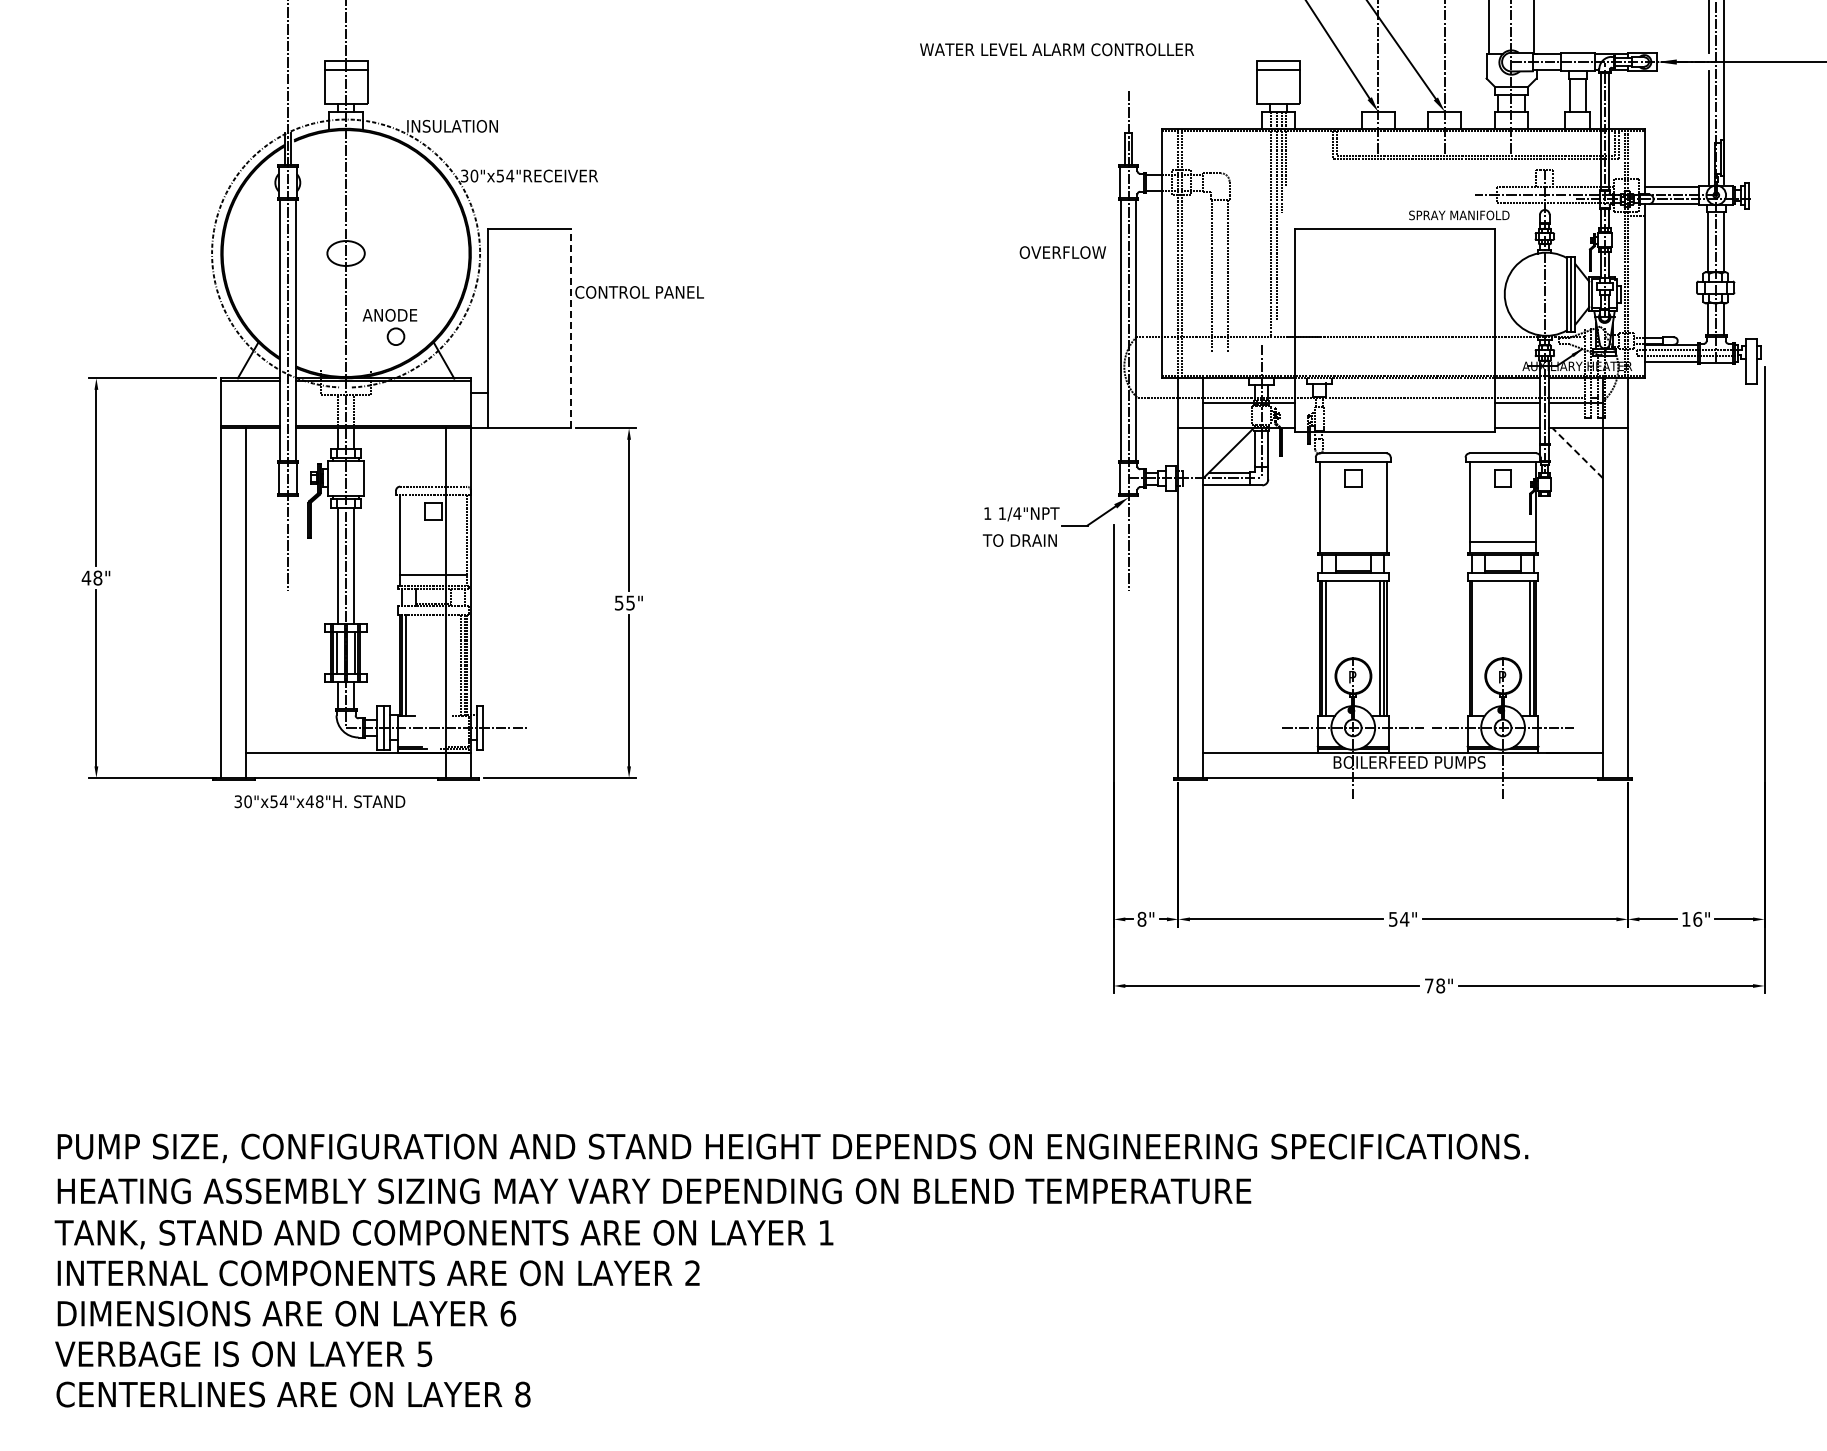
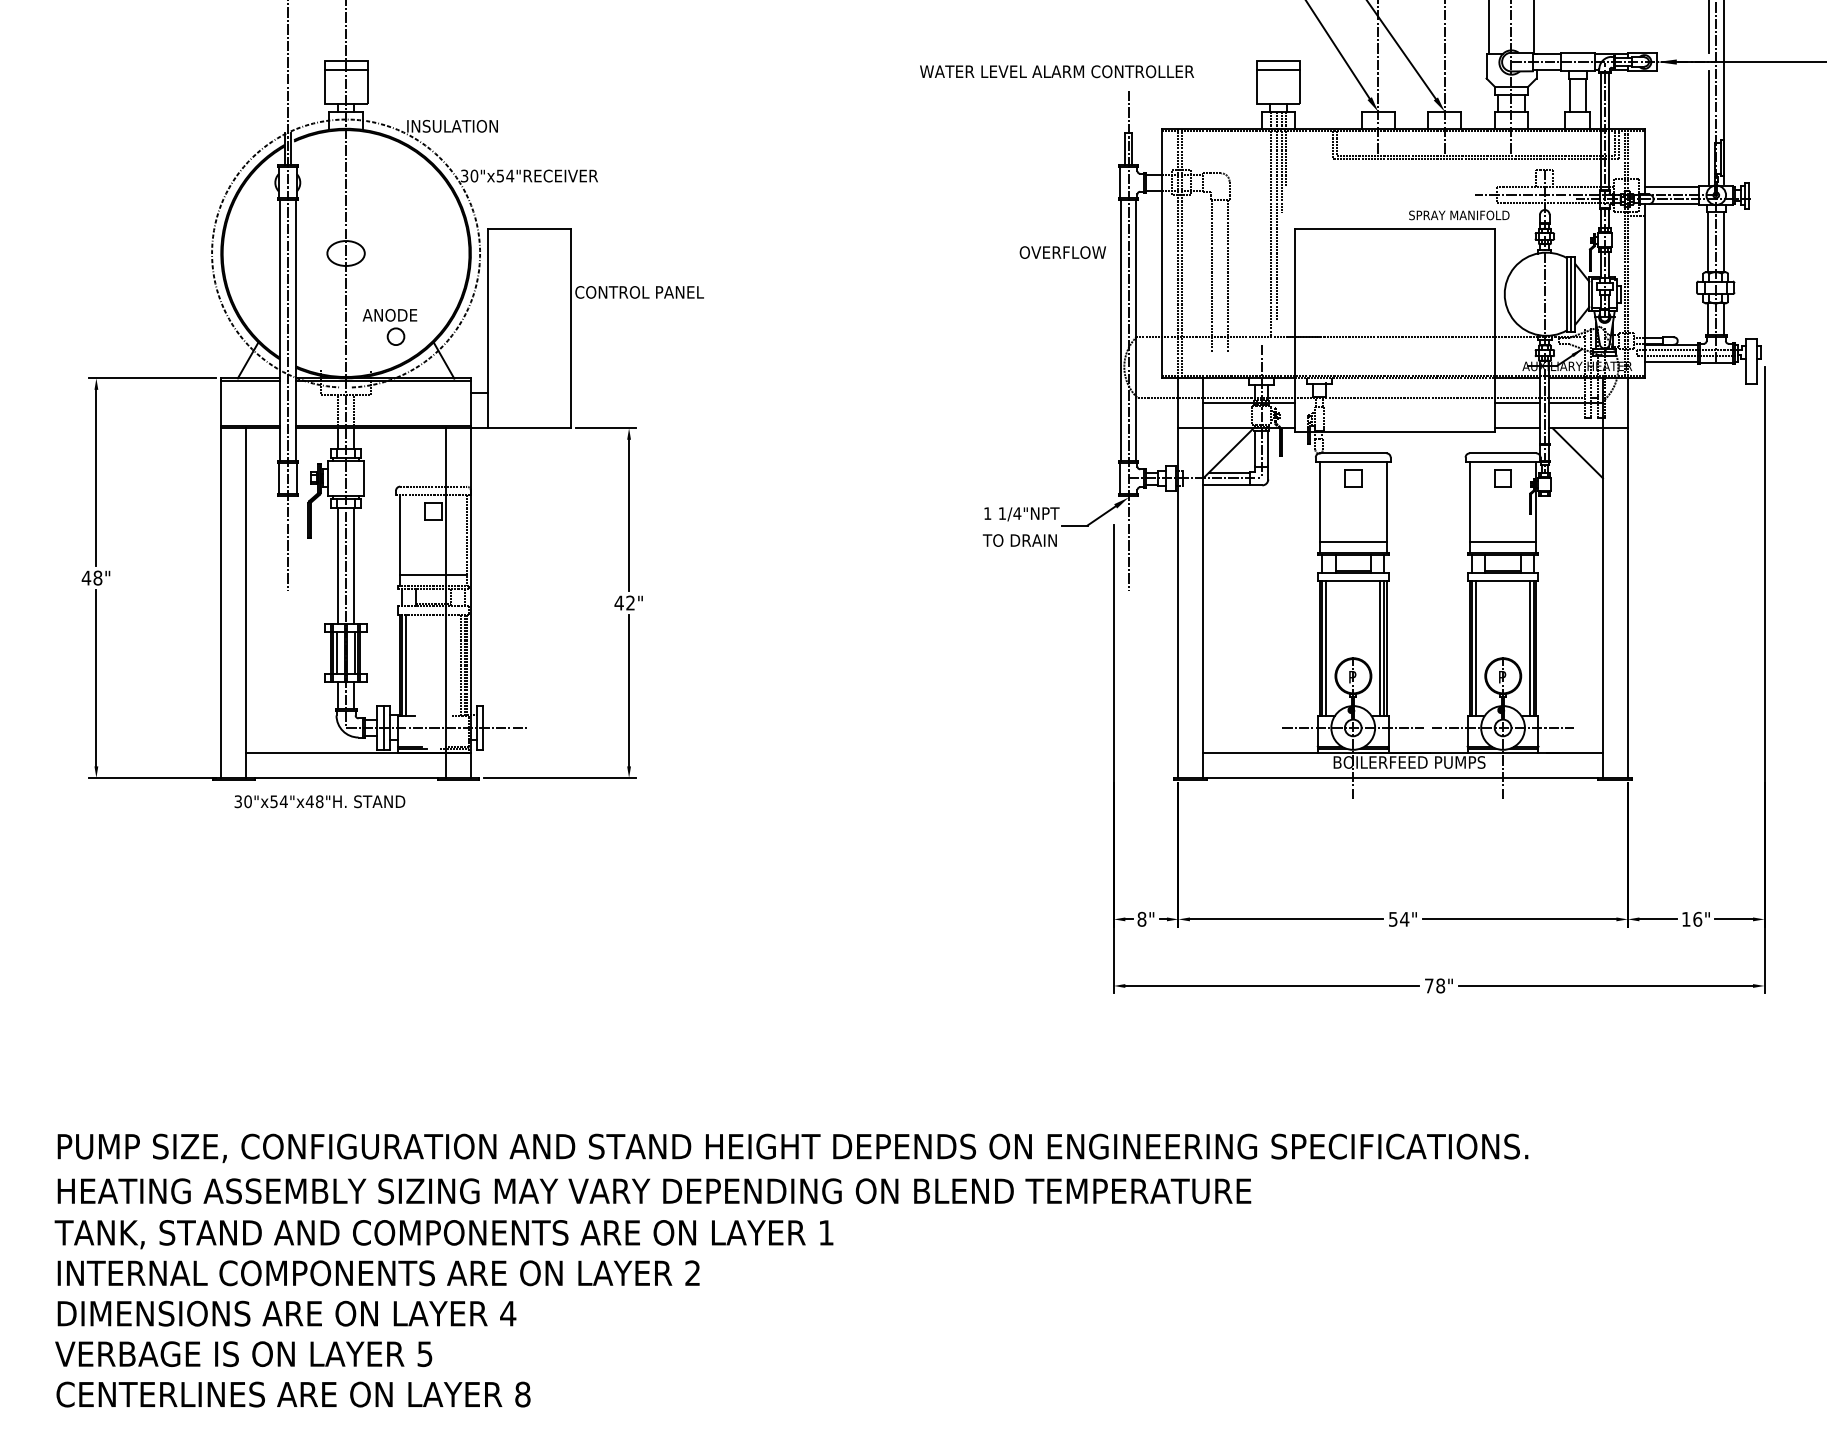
text at (1056, 49) position: (1056, 49) -> (1056, 71)
line at (570, 328): dashed -> solid
line at (1577, 452): dashed -> solid
line at (1352, 541): none -> present
text at (624, 602): 55" -> 42"
line at (1476, 648): none -> present
text at (508, 1313): 6 -> 4
